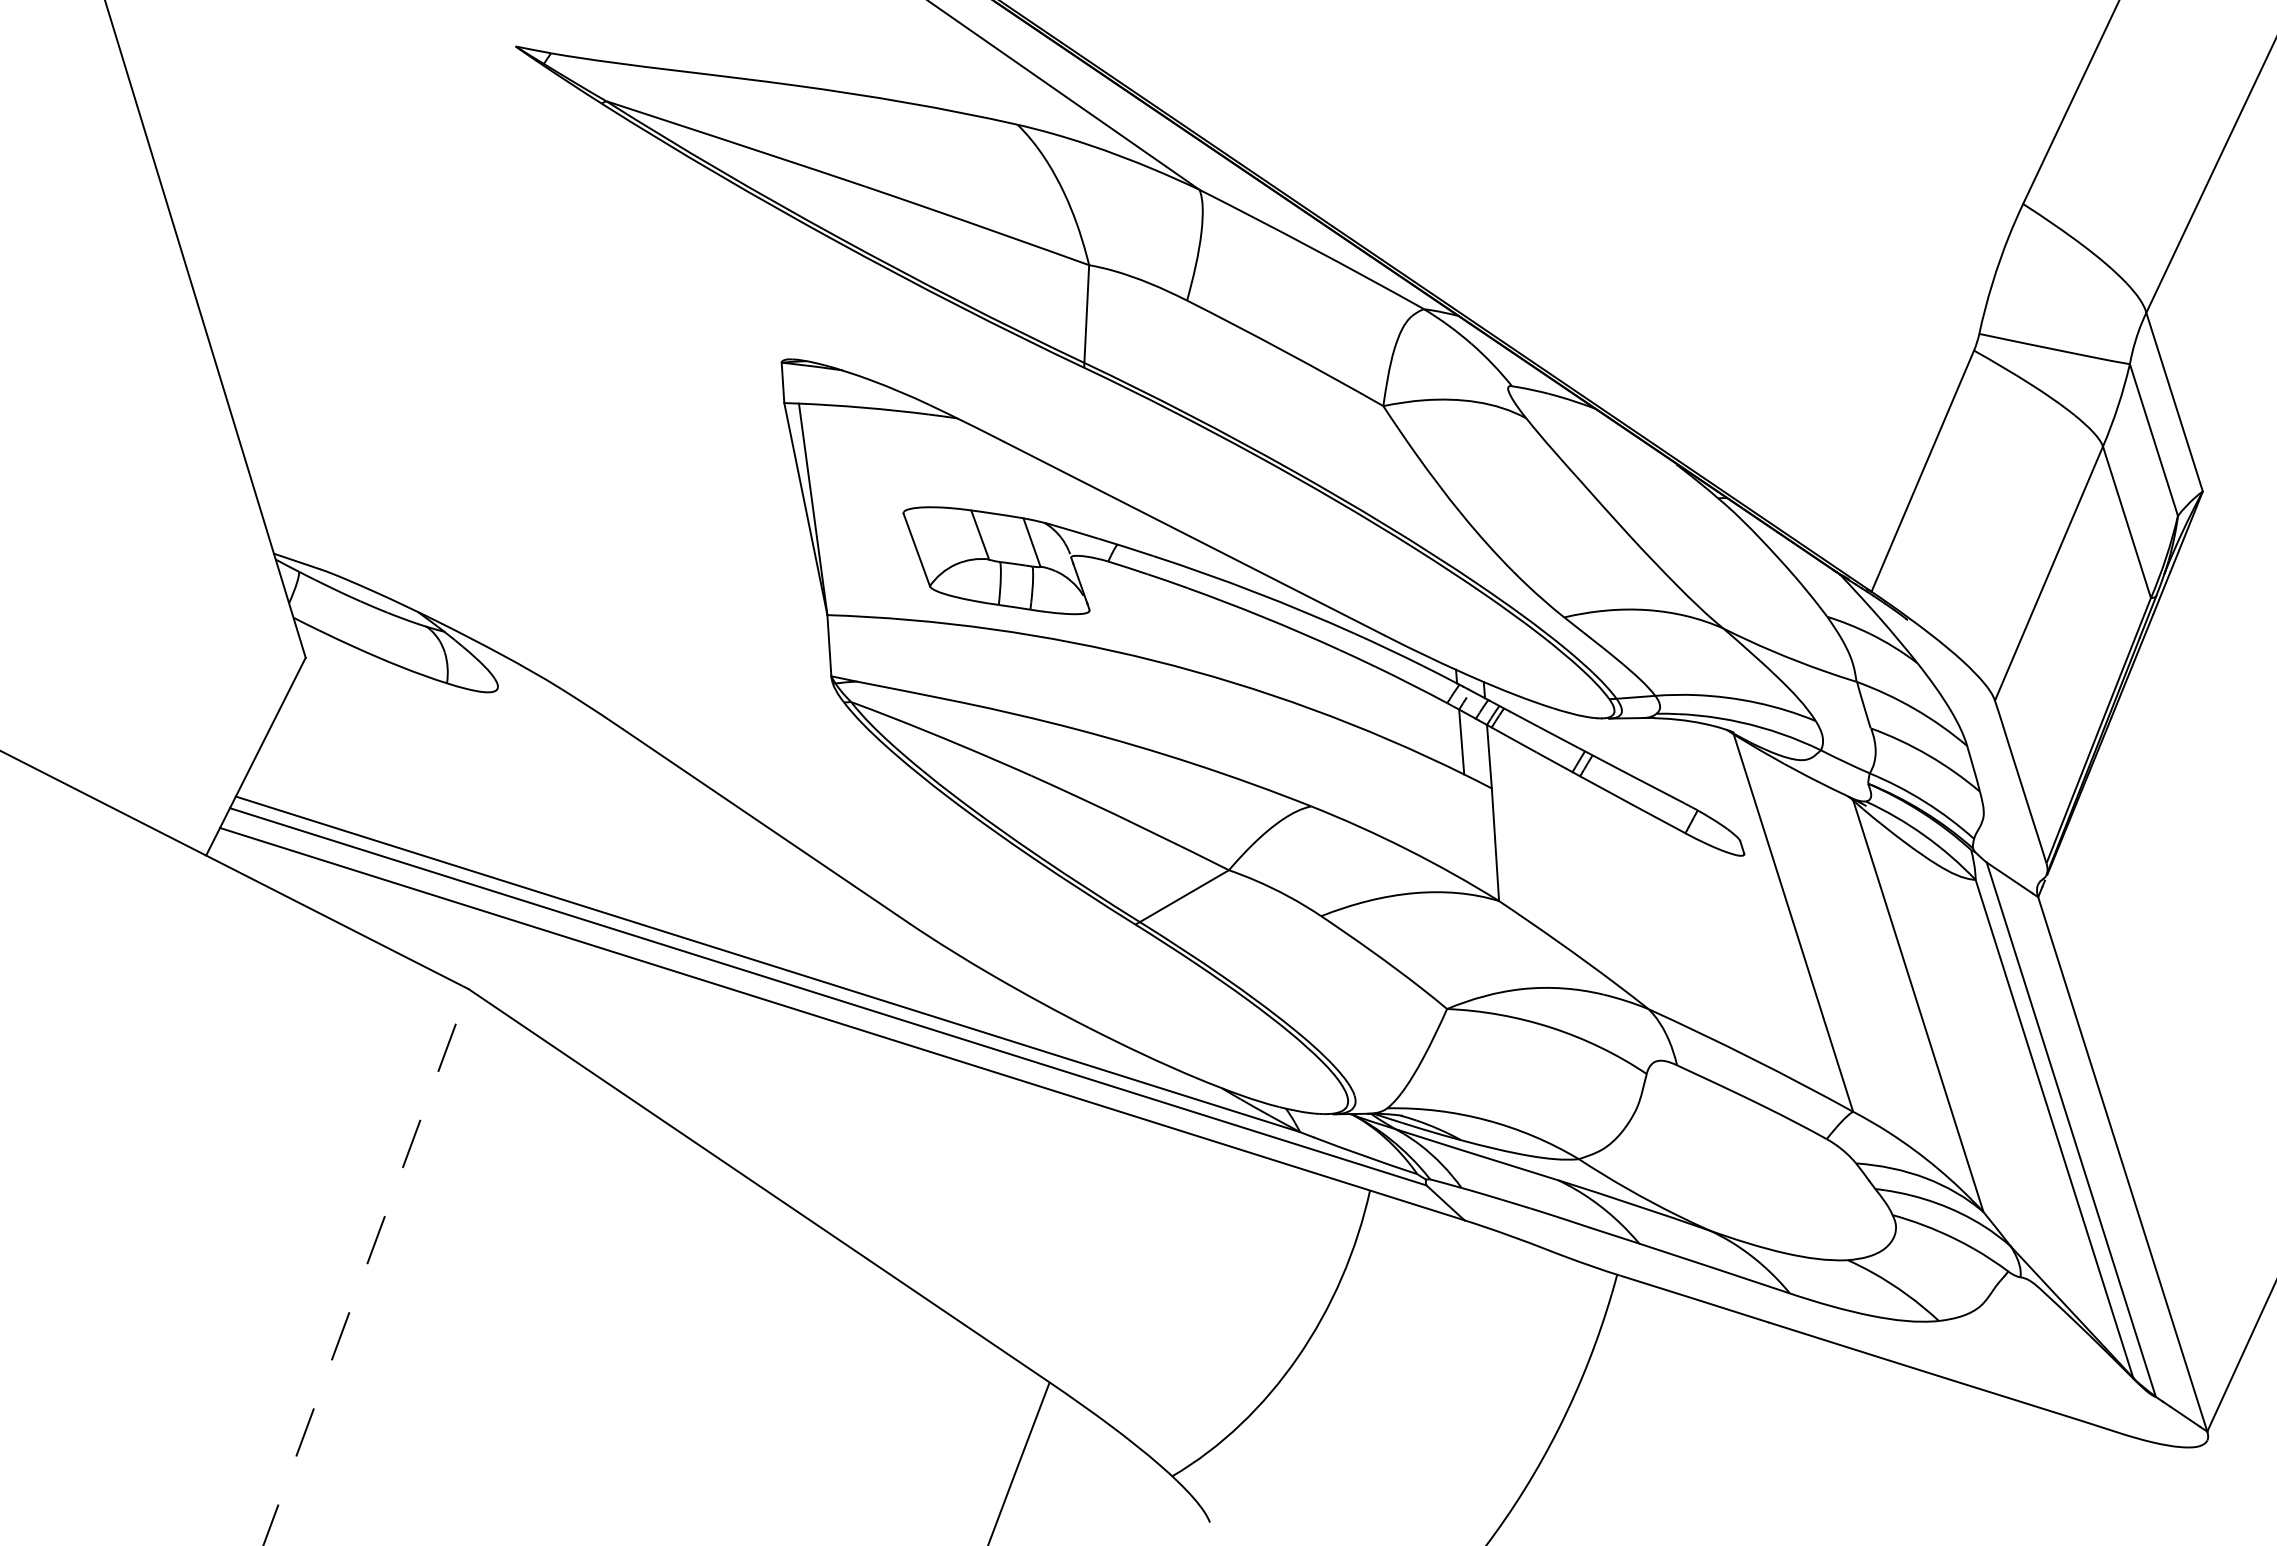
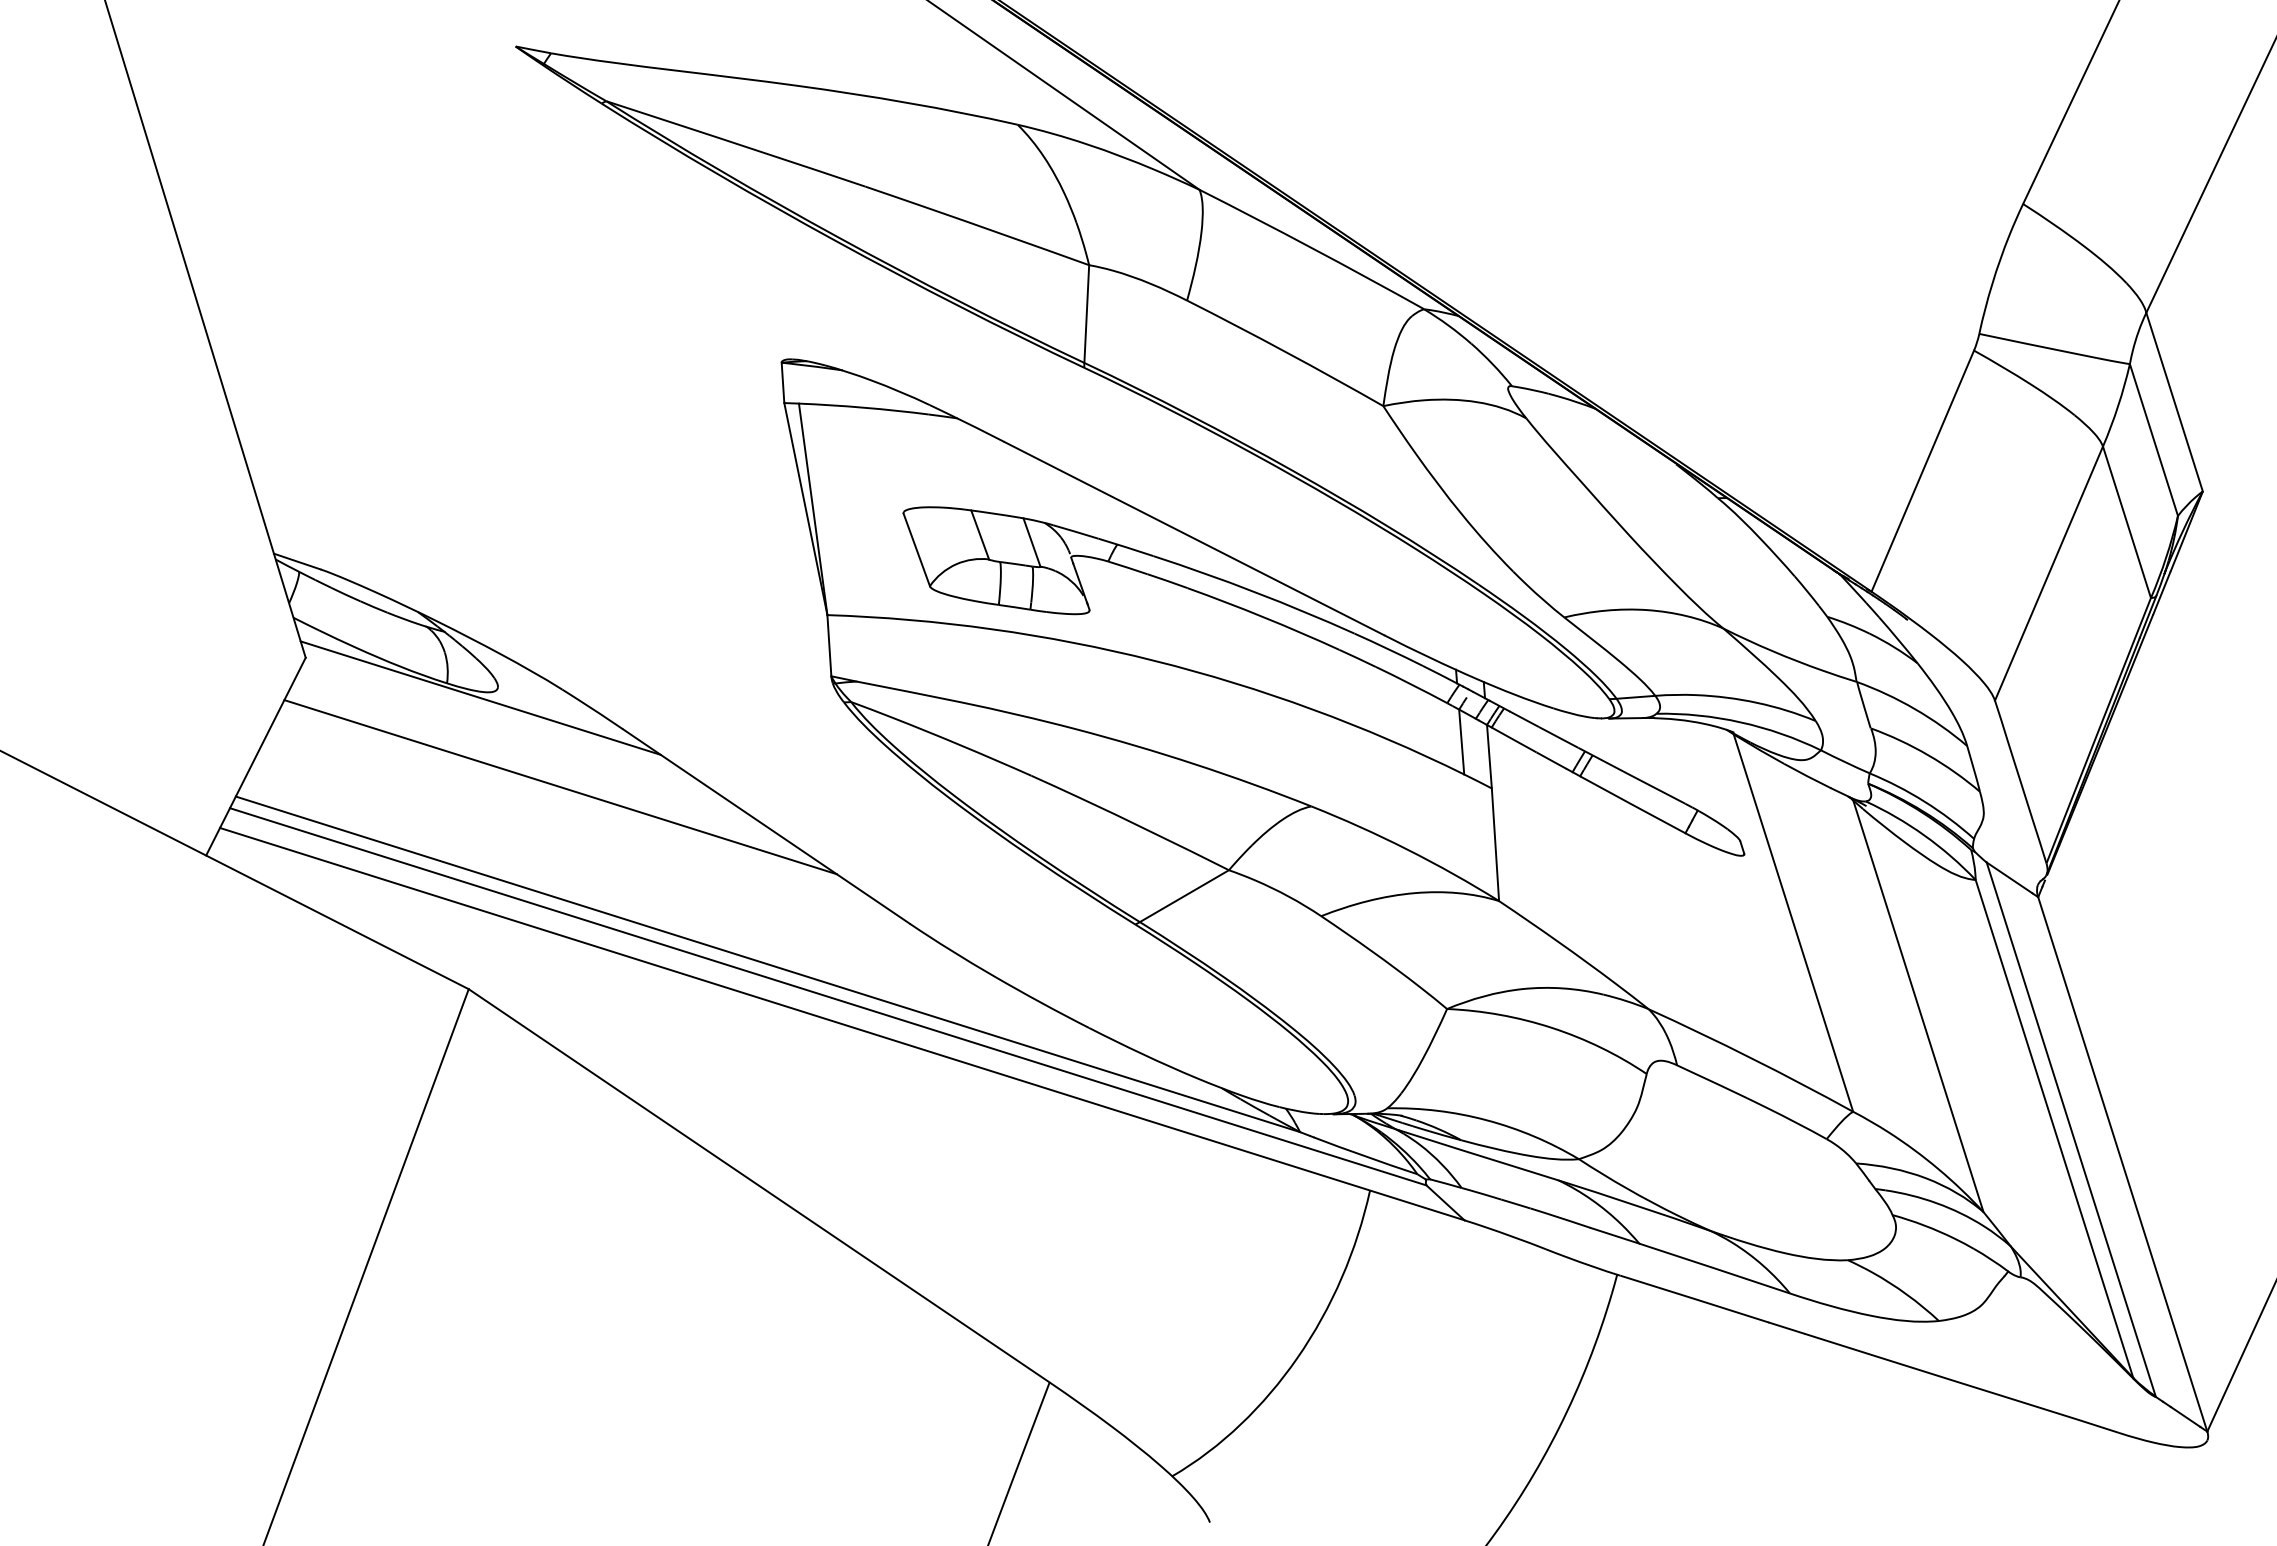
line at (480, 697): none -> present
line at (560, 787): none -> present
line at (366, 1266): dashed -> solid
